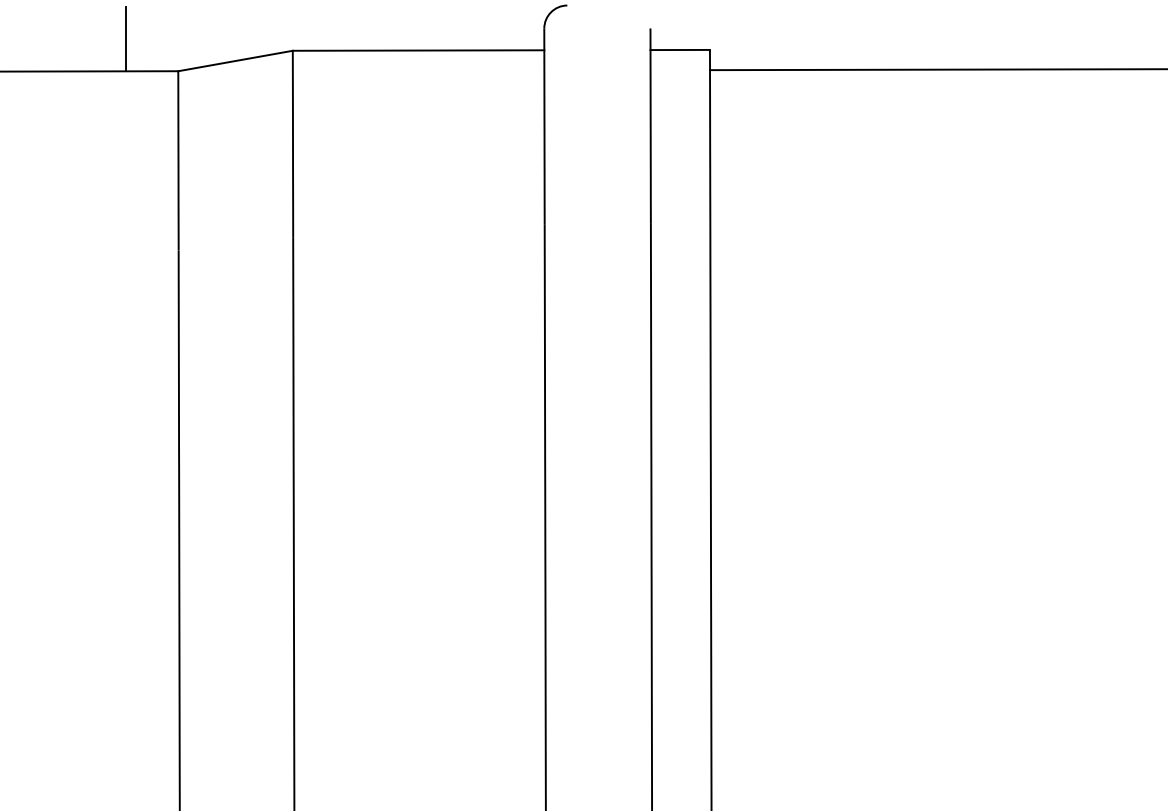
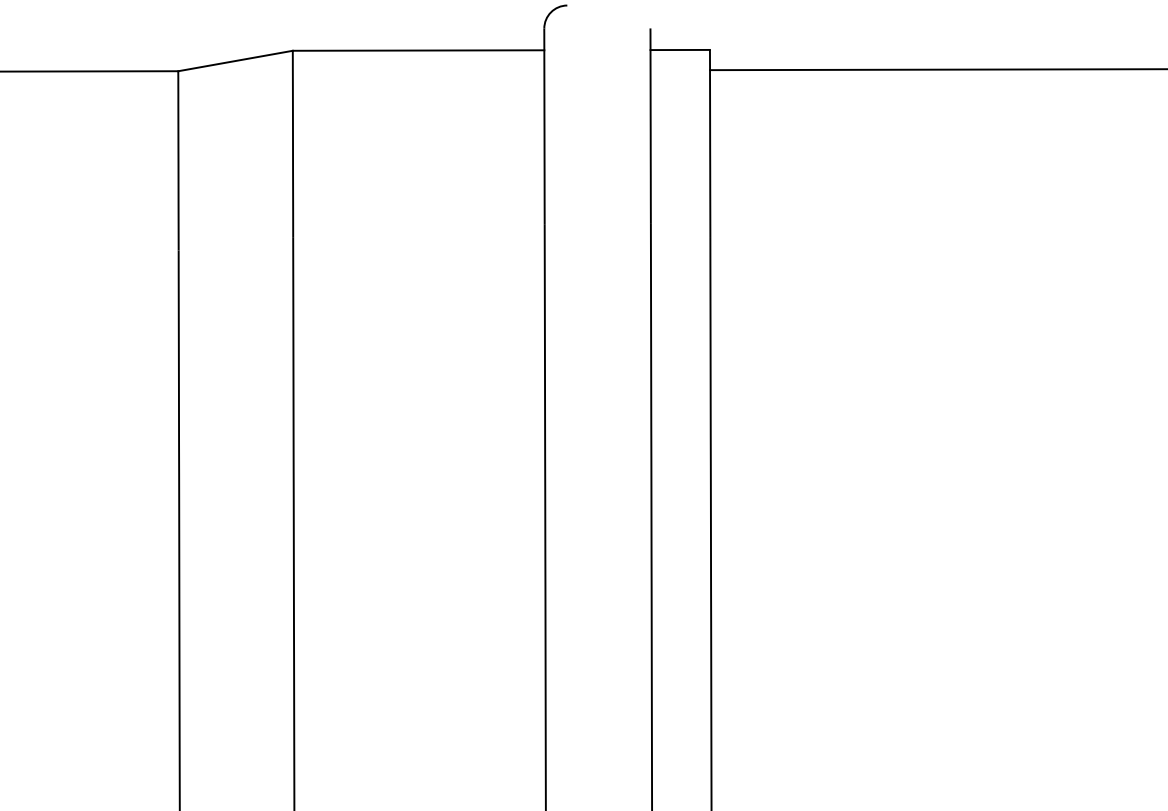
line at (125, 39): present -> none
